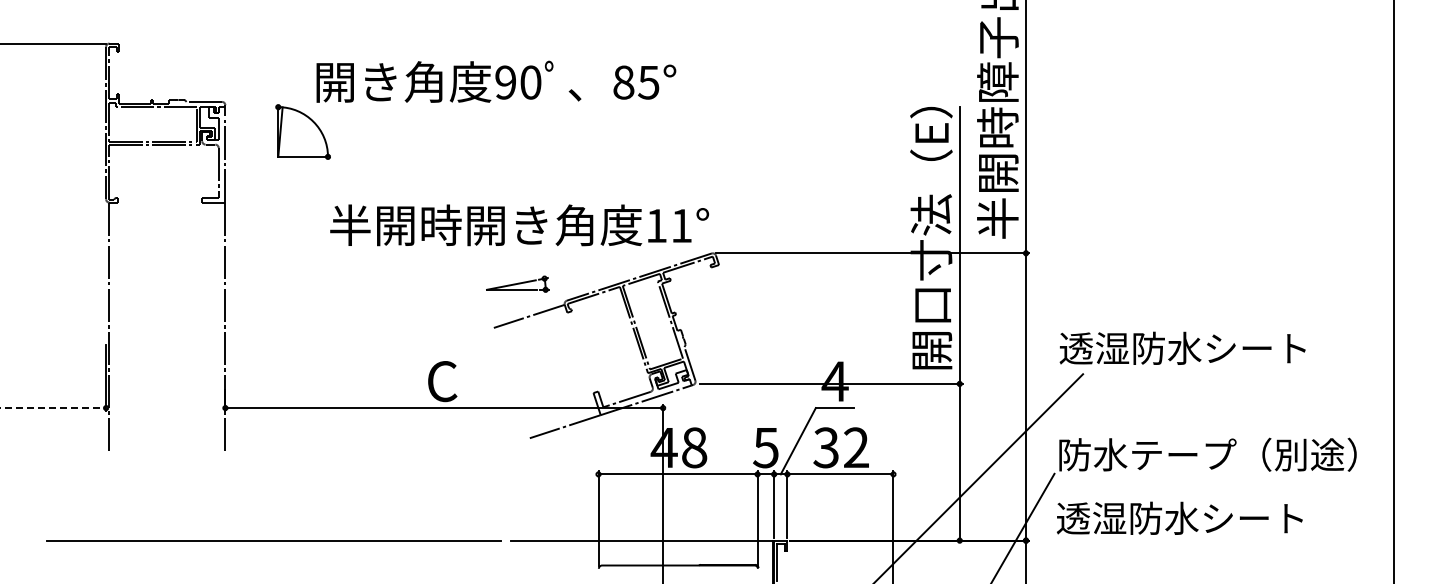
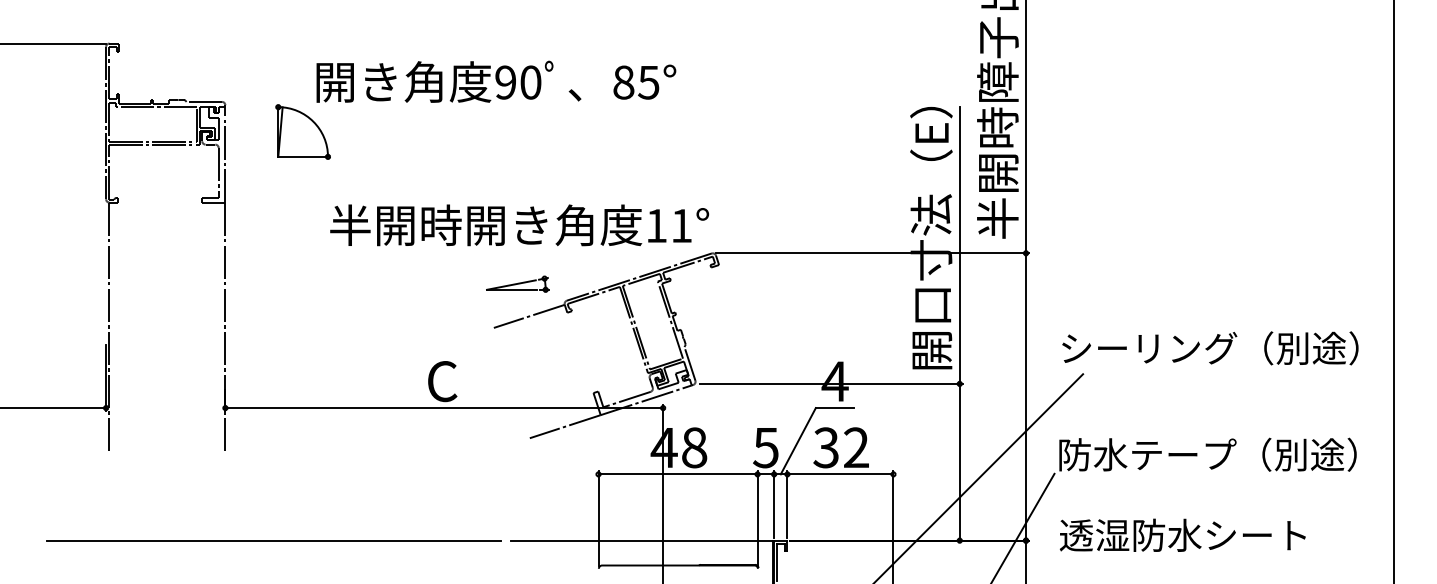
text at (1208, 348): 透湿防水シート -> シーリング（別途）
line at (53, 408): dashed -> solid
text at (1179, 517) position: (1179, 517) -> (1182, 534)
